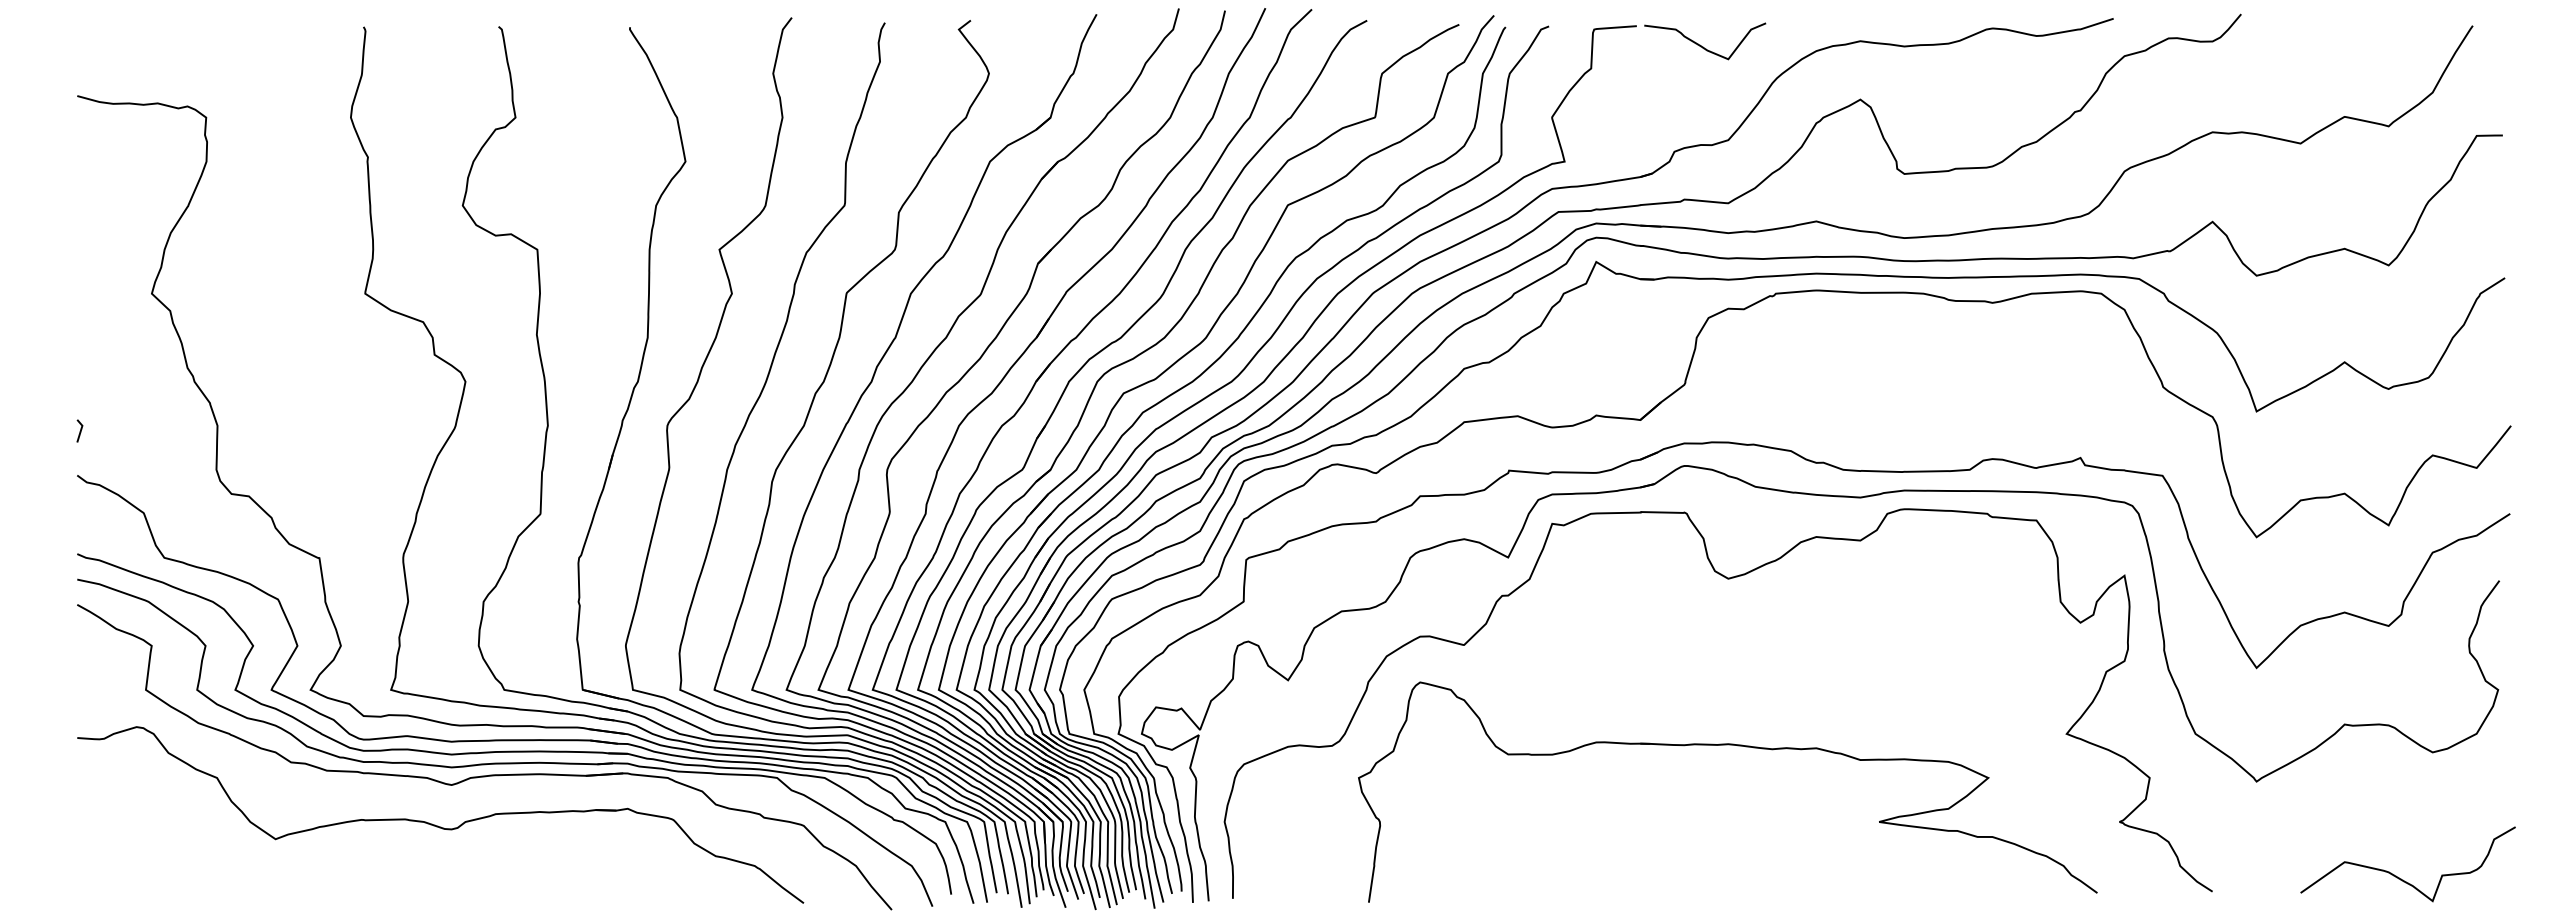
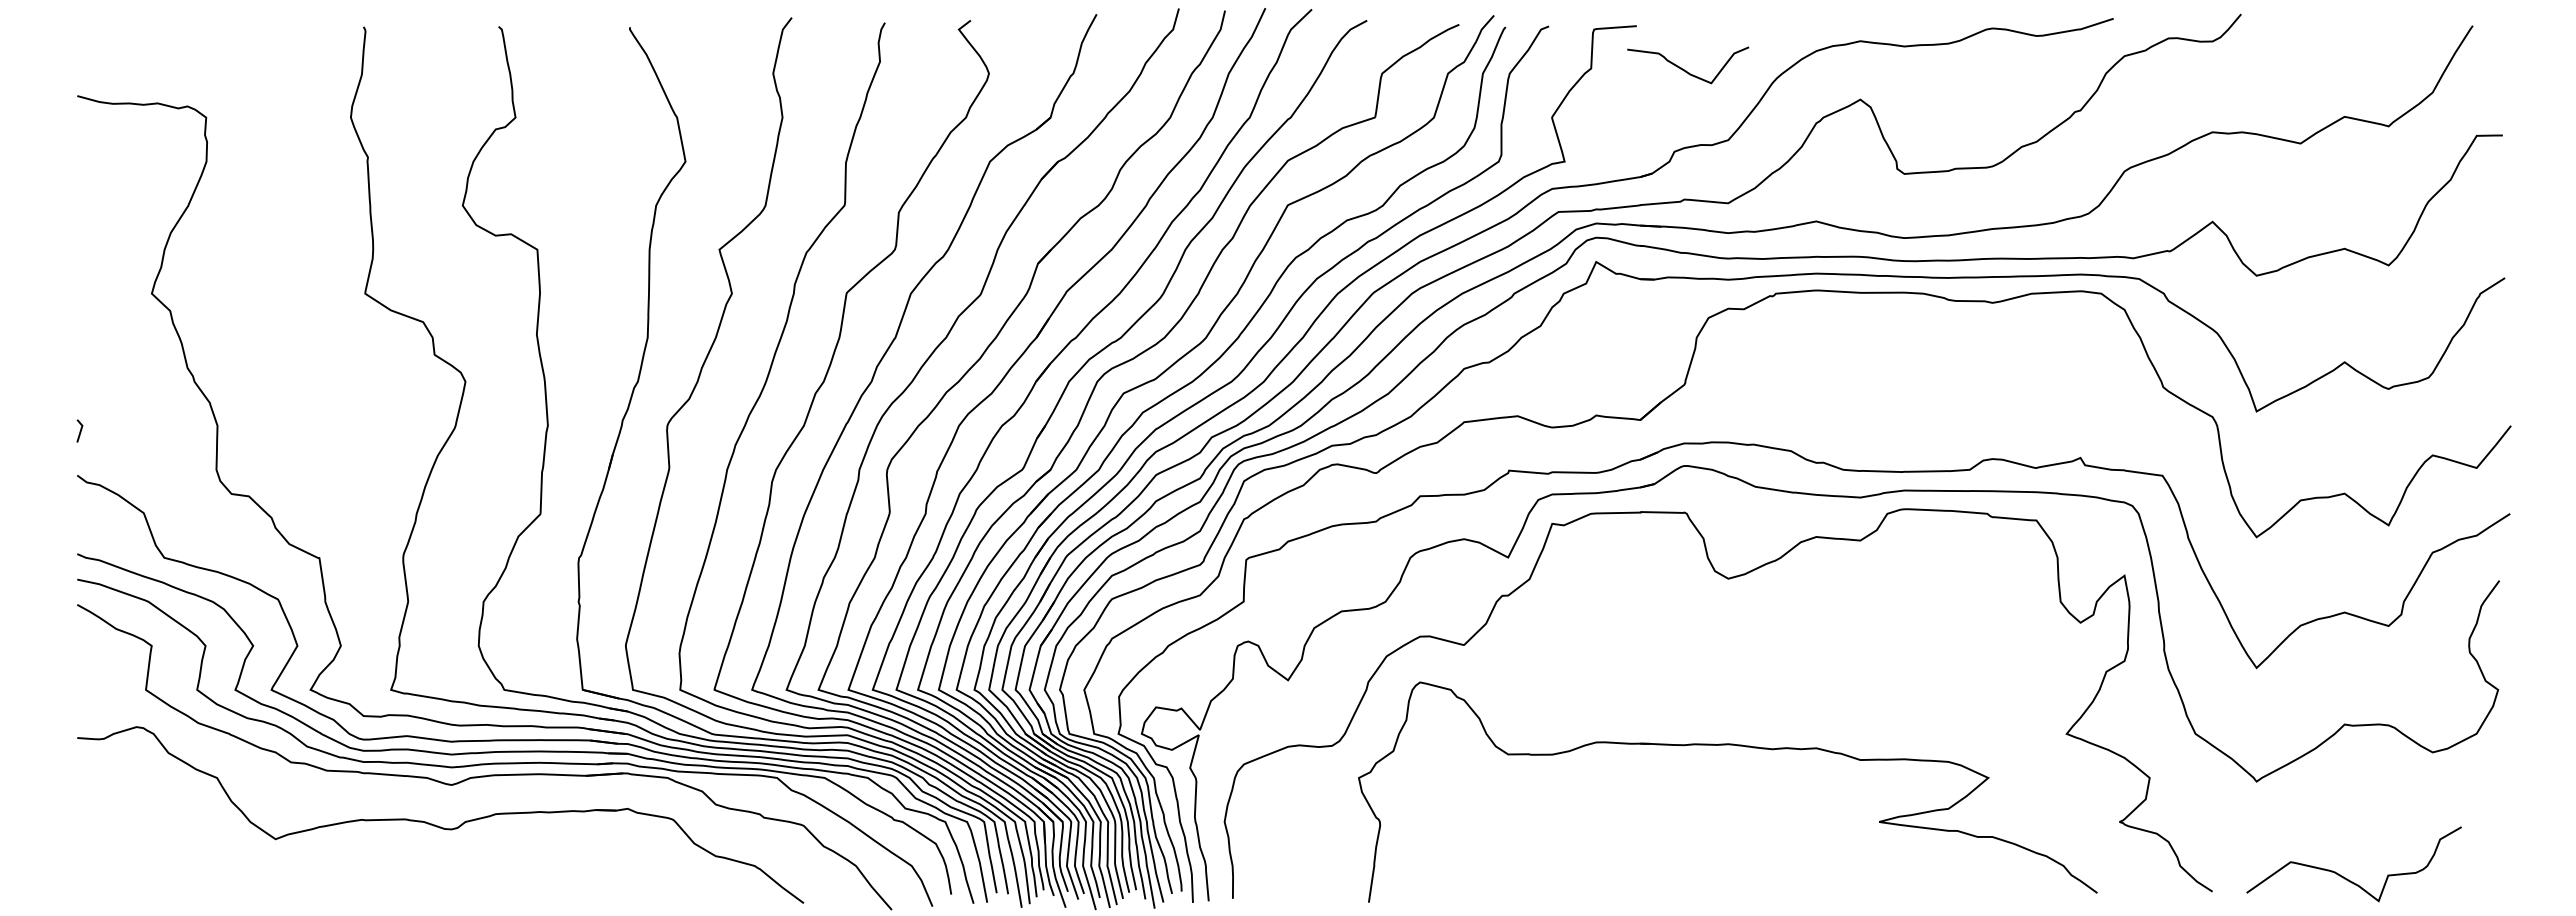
curve at (1703, 46) position: (1703, 46) -> (1686, 70)
curve at (2401, 878) position: (2401, 878) -> (2347, 878)
